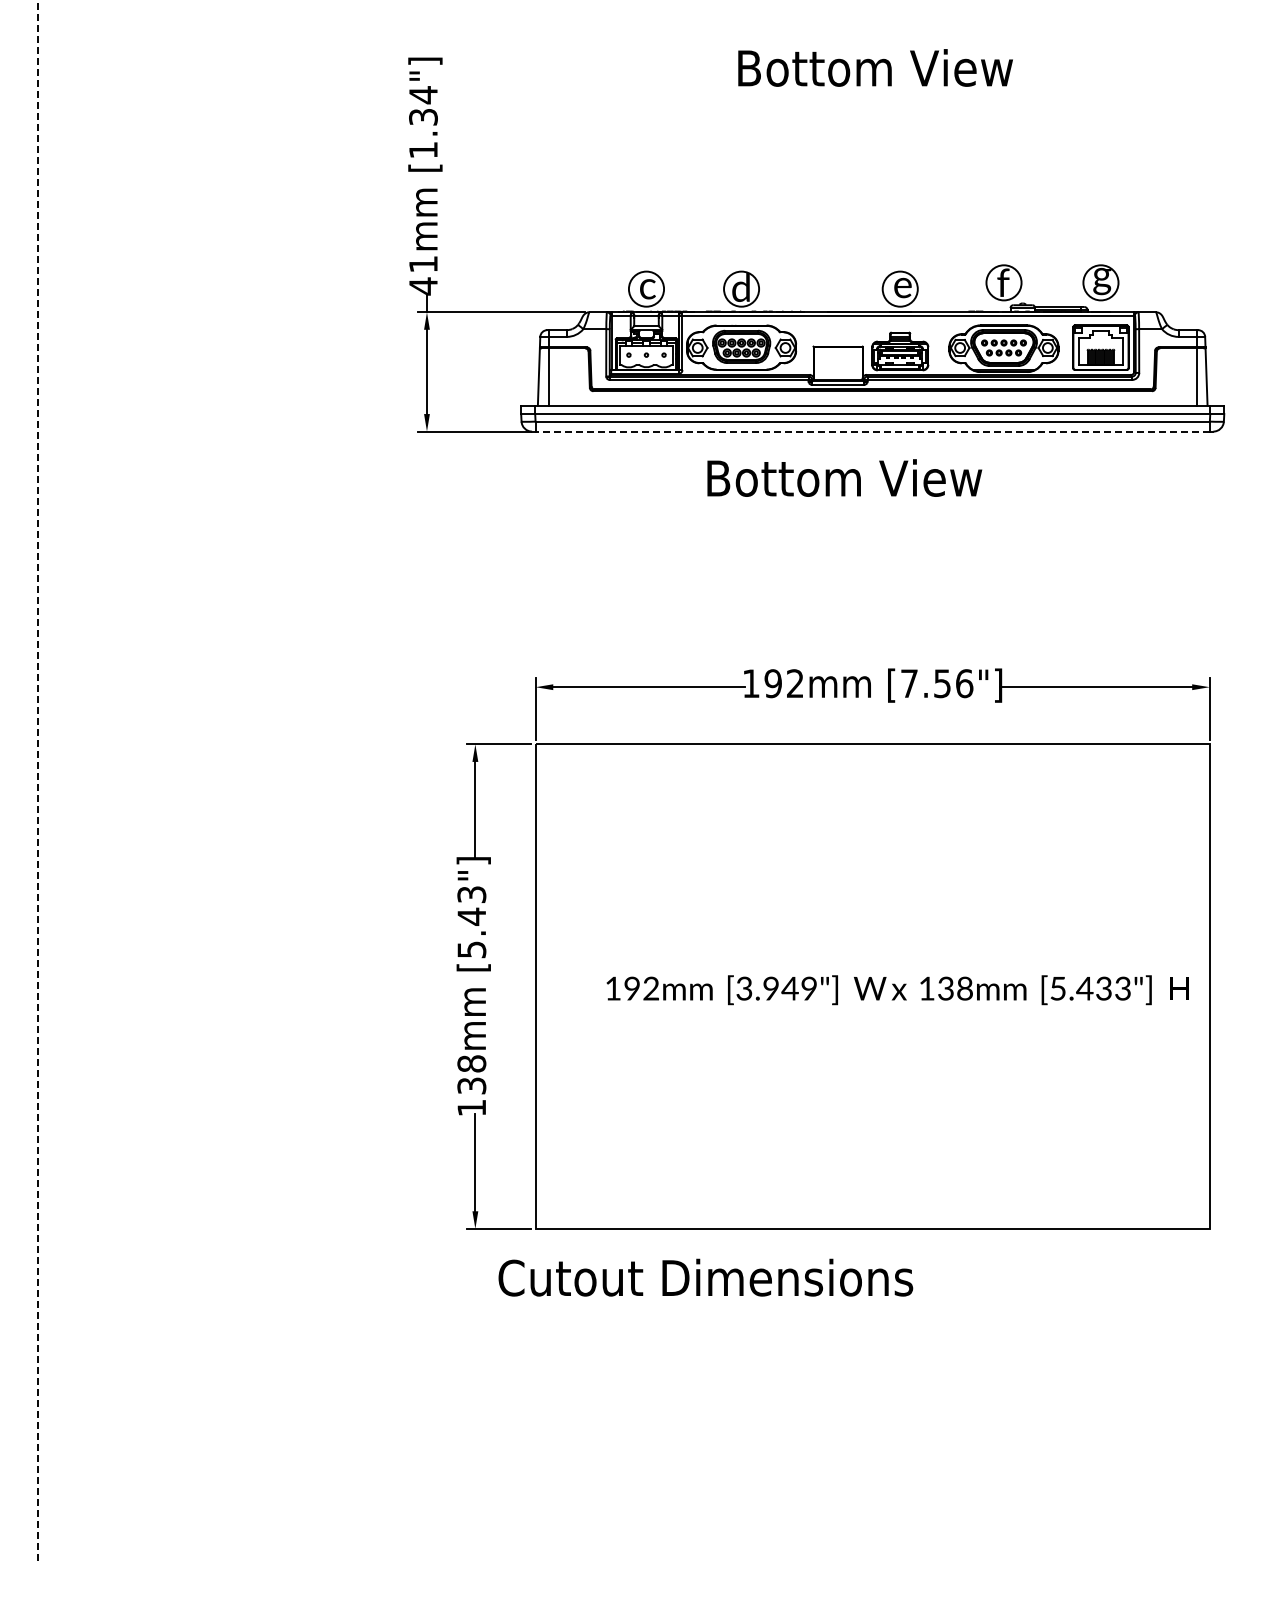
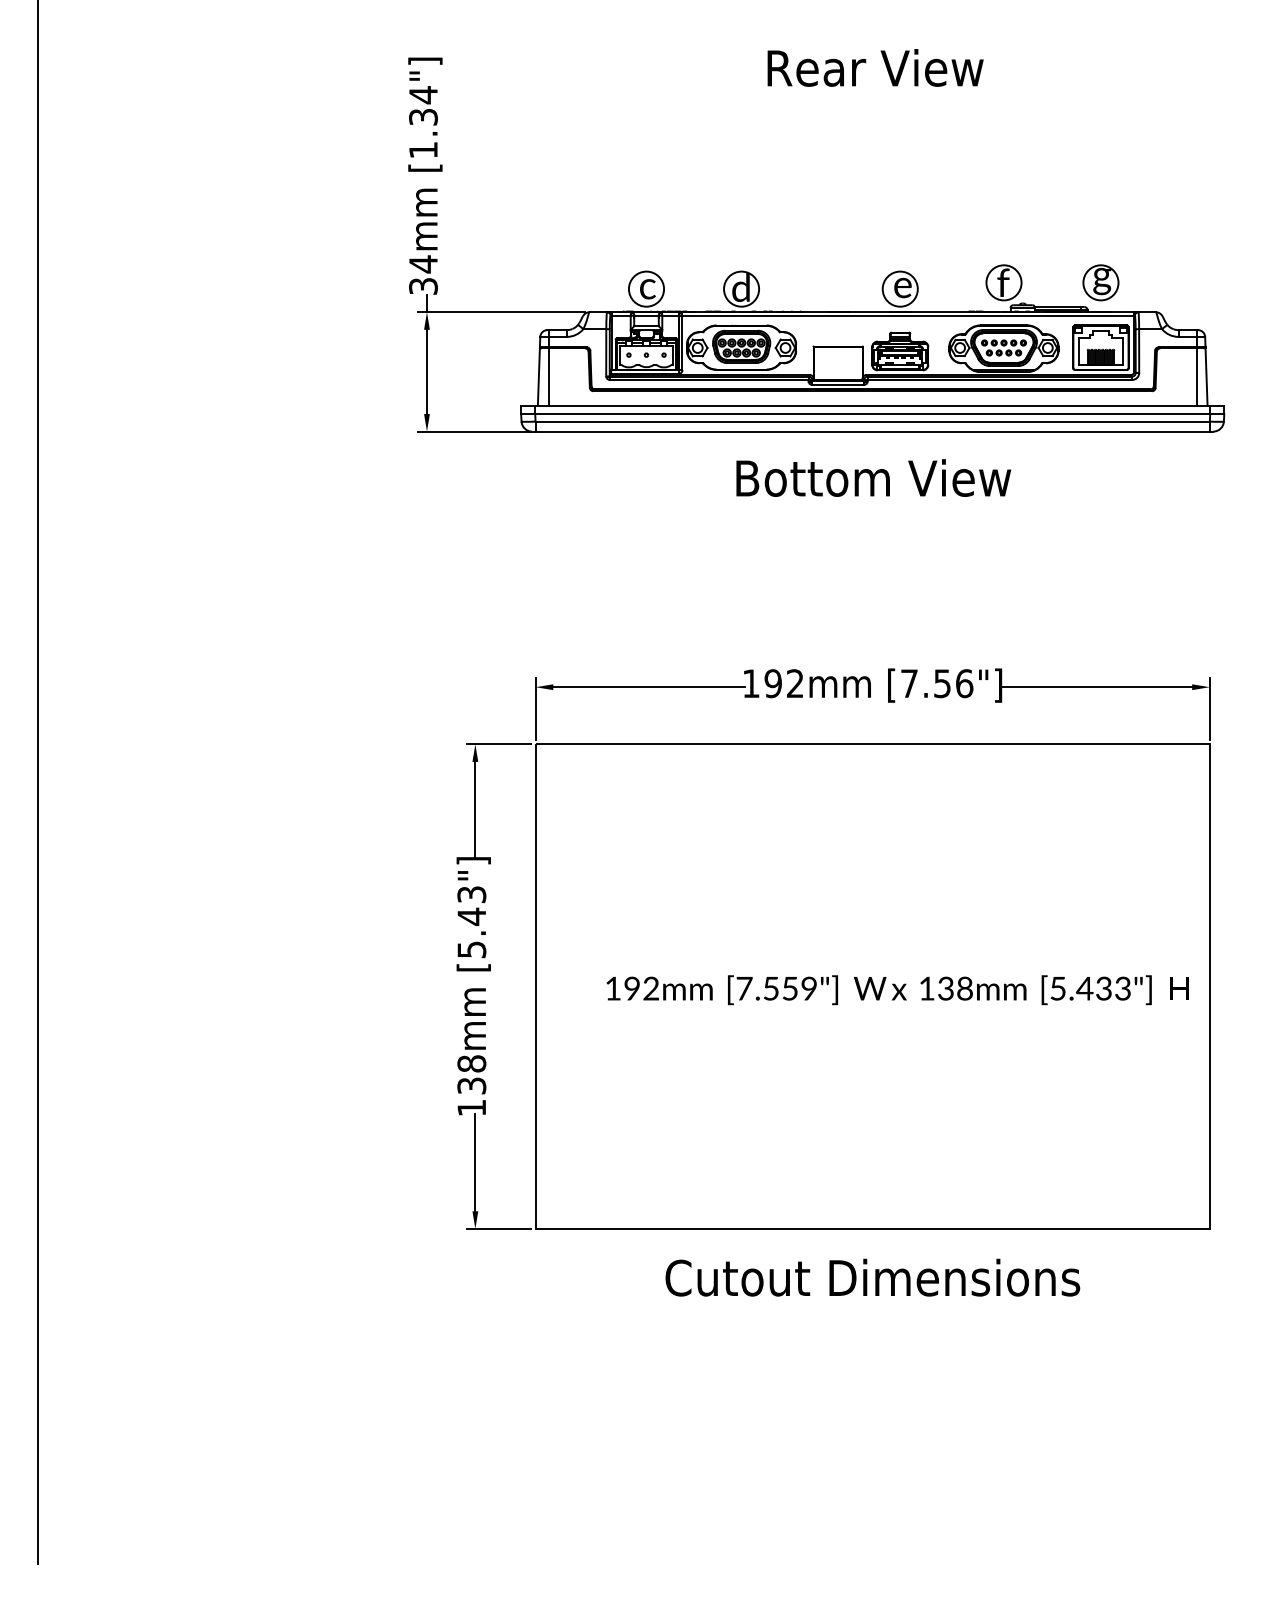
text at (875, 67): Bottom View -> Rear View
text at (423, 275): 41mm -> 34mm
line at (872, 431): dashed -> solid
text at (844, 477) position: (844, 477) -> (873, 477)
line at (37, 782): dashed -> solid
text at (767, 988): [3.949"] -> [7.559"]
text at (705, 1277) position: (705, 1277) -> (872, 1277)
